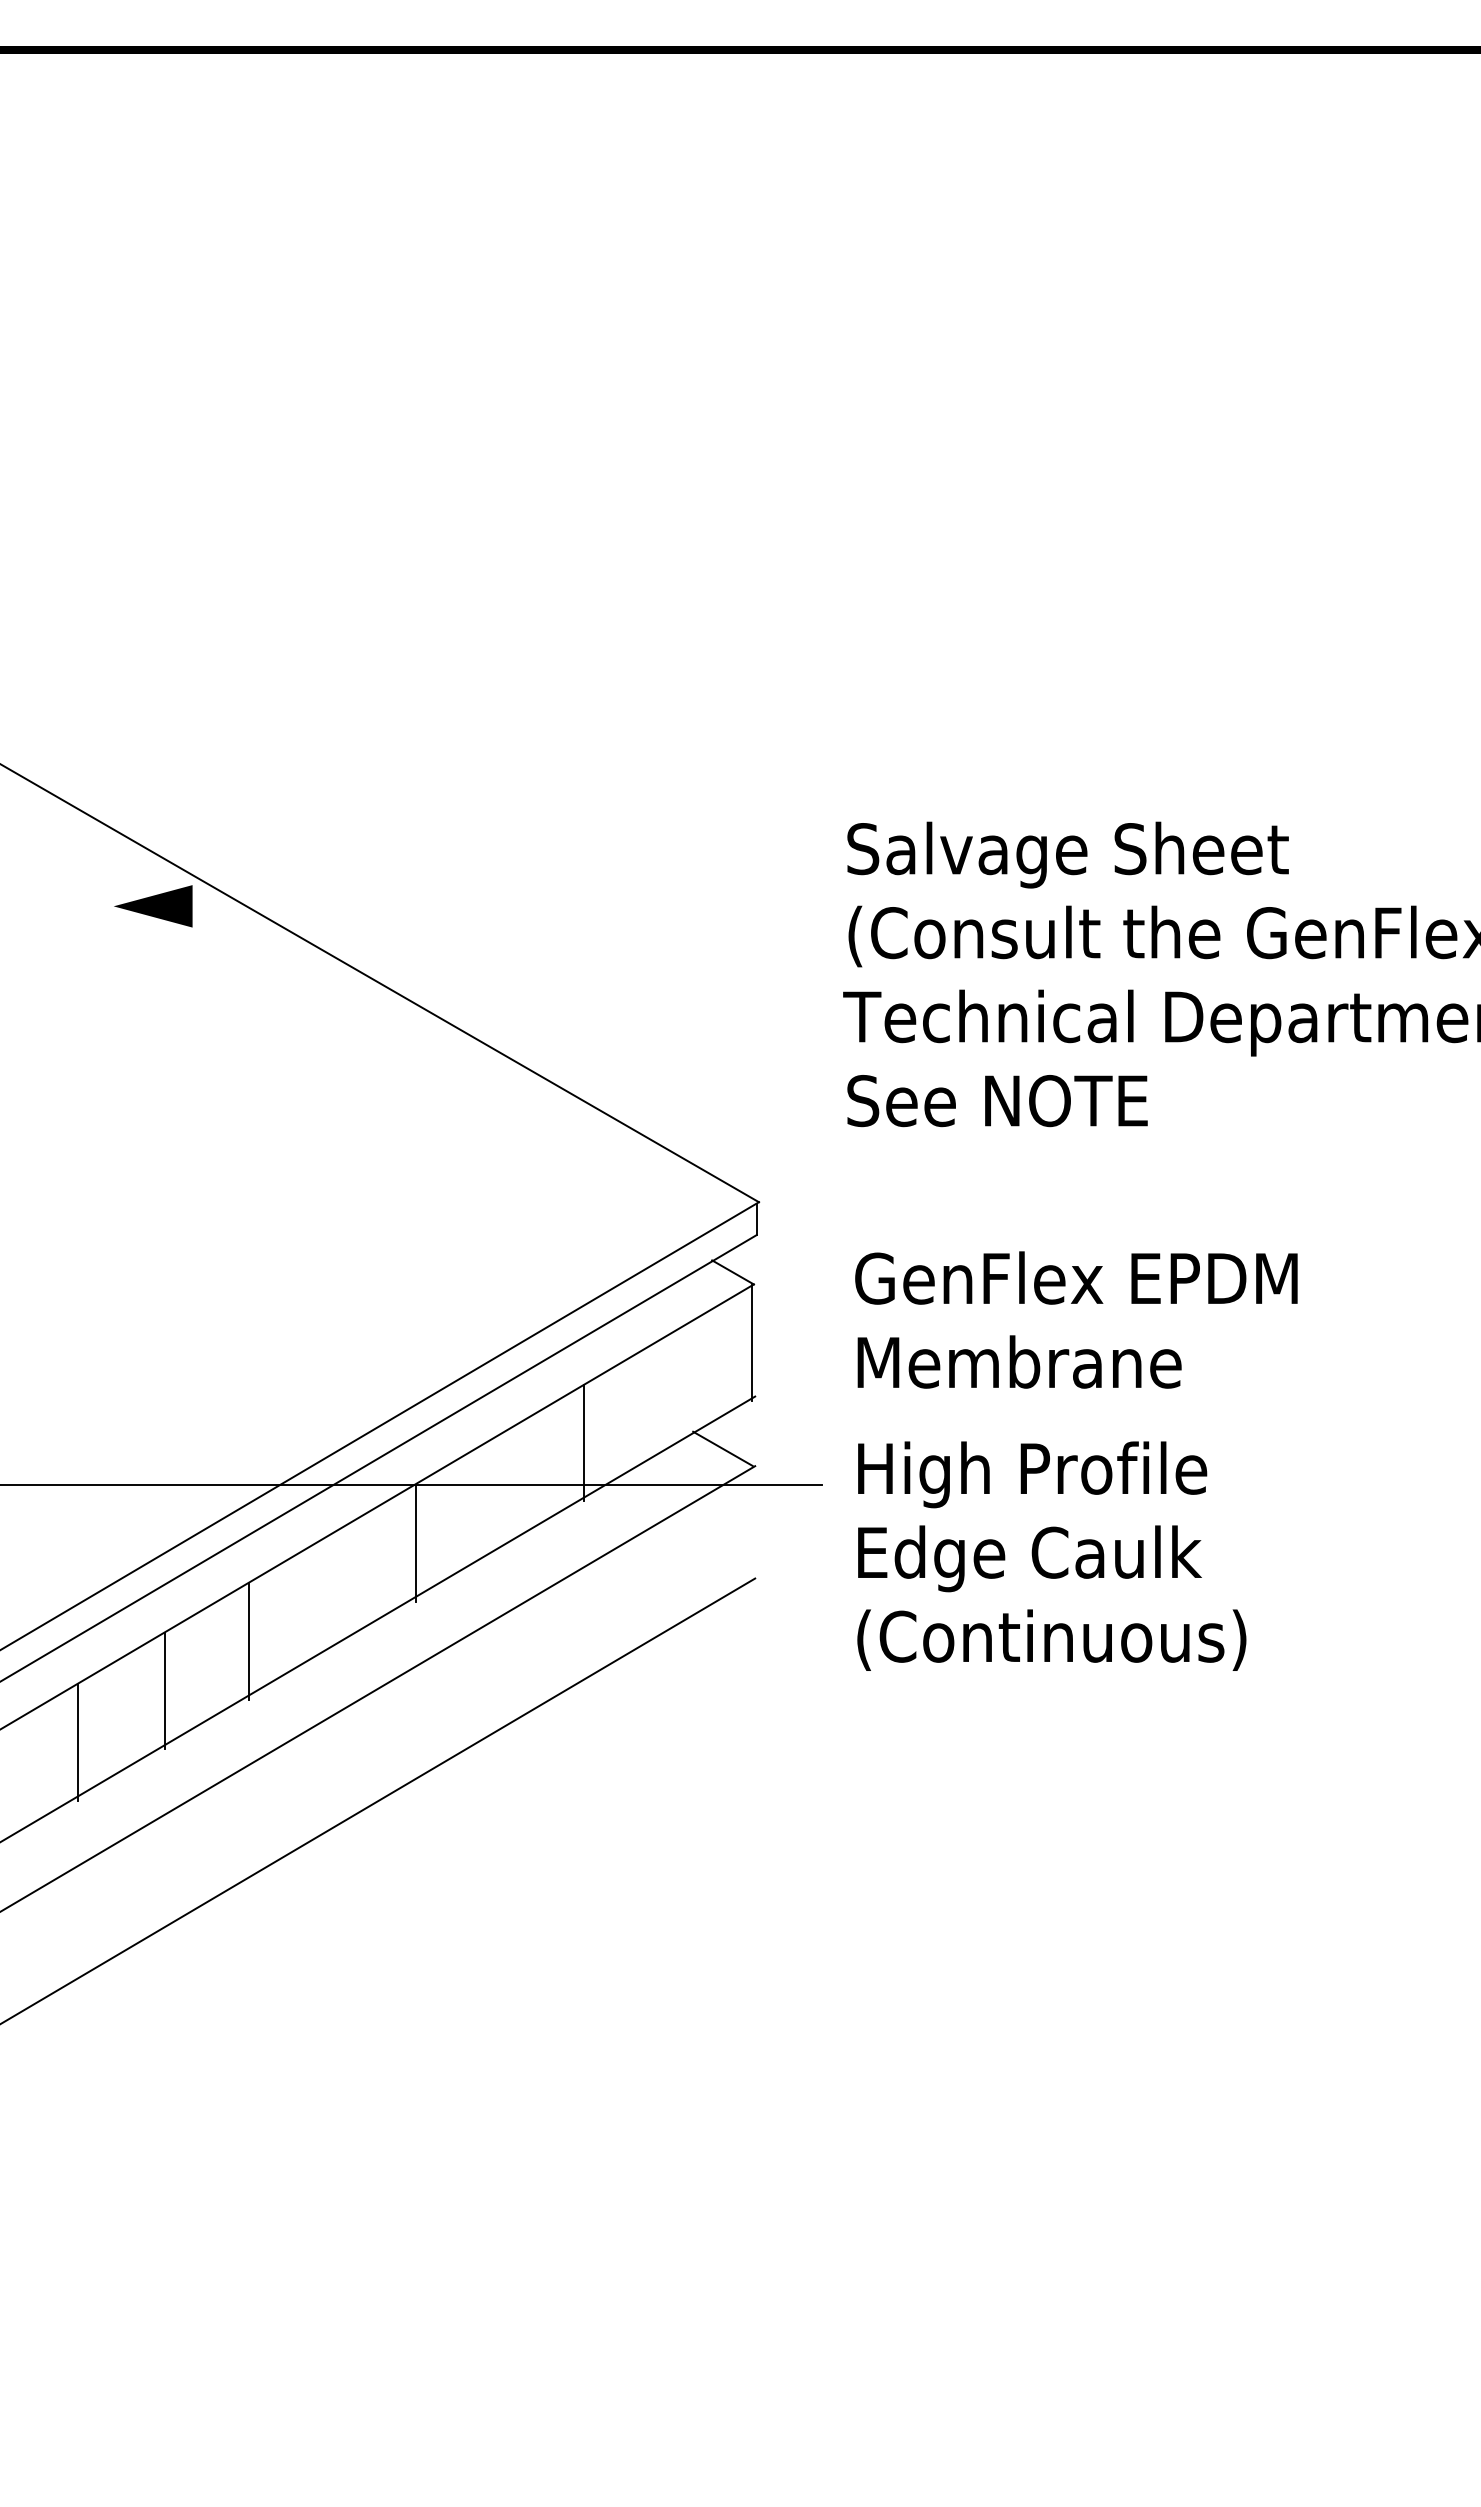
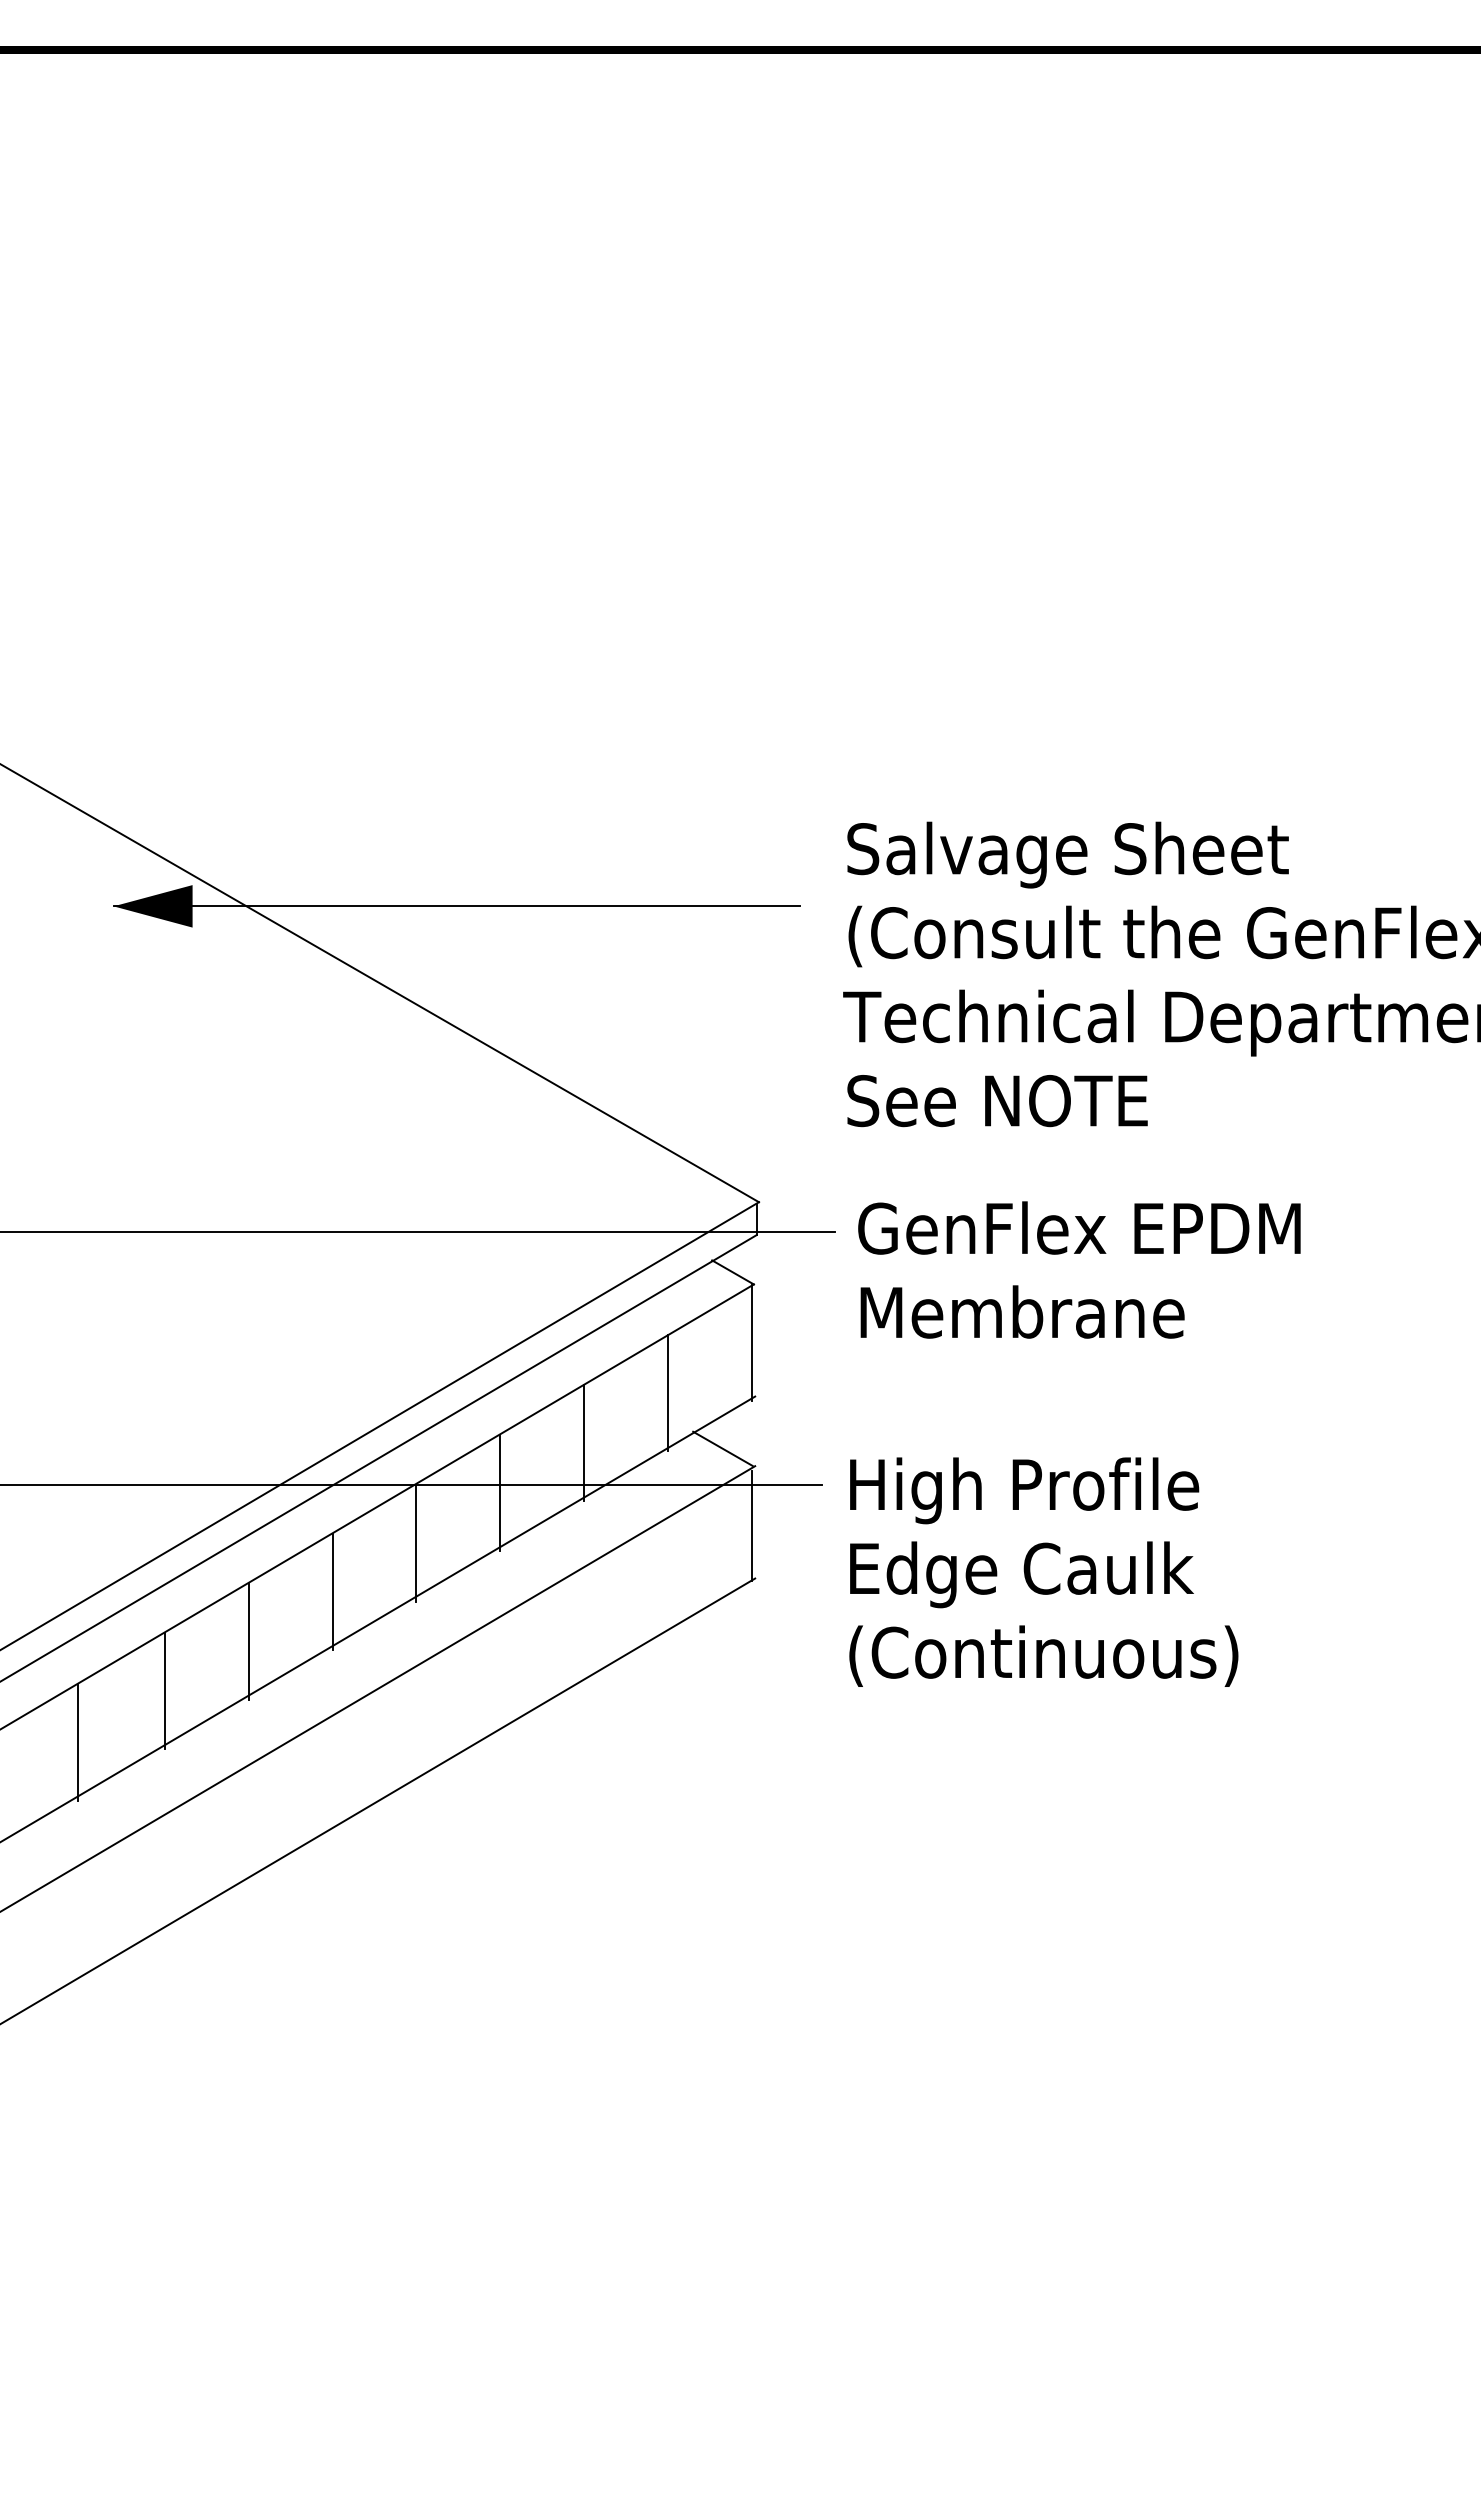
line at (456, 906): none -> present
line at (418, 1231): none -> present
text at (1076, 1319) position: (1076, 1319) -> (1079, 1269)
line at (667, 1392): none -> present
line at (500, 1493): none -> present
line at (751, 1525): none -> present
text at (1051, 1555) position: (1051, 1555) -> (1043, 1571)
line at (332, 1591): none -> present
